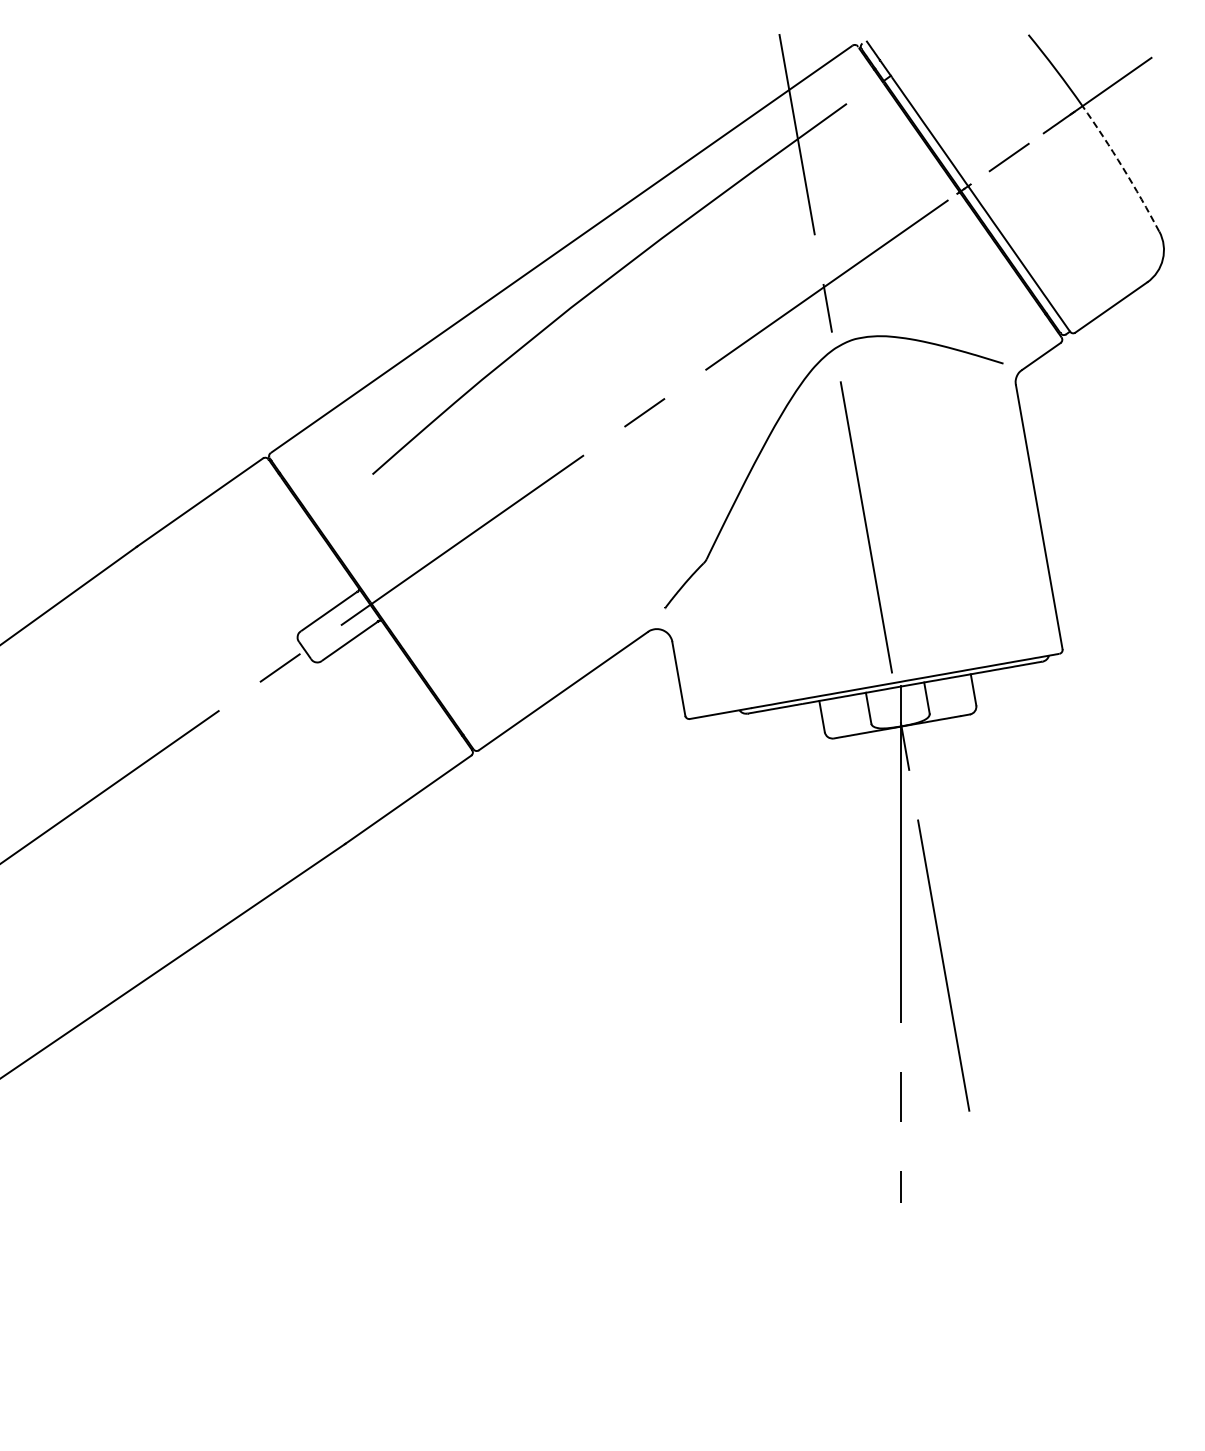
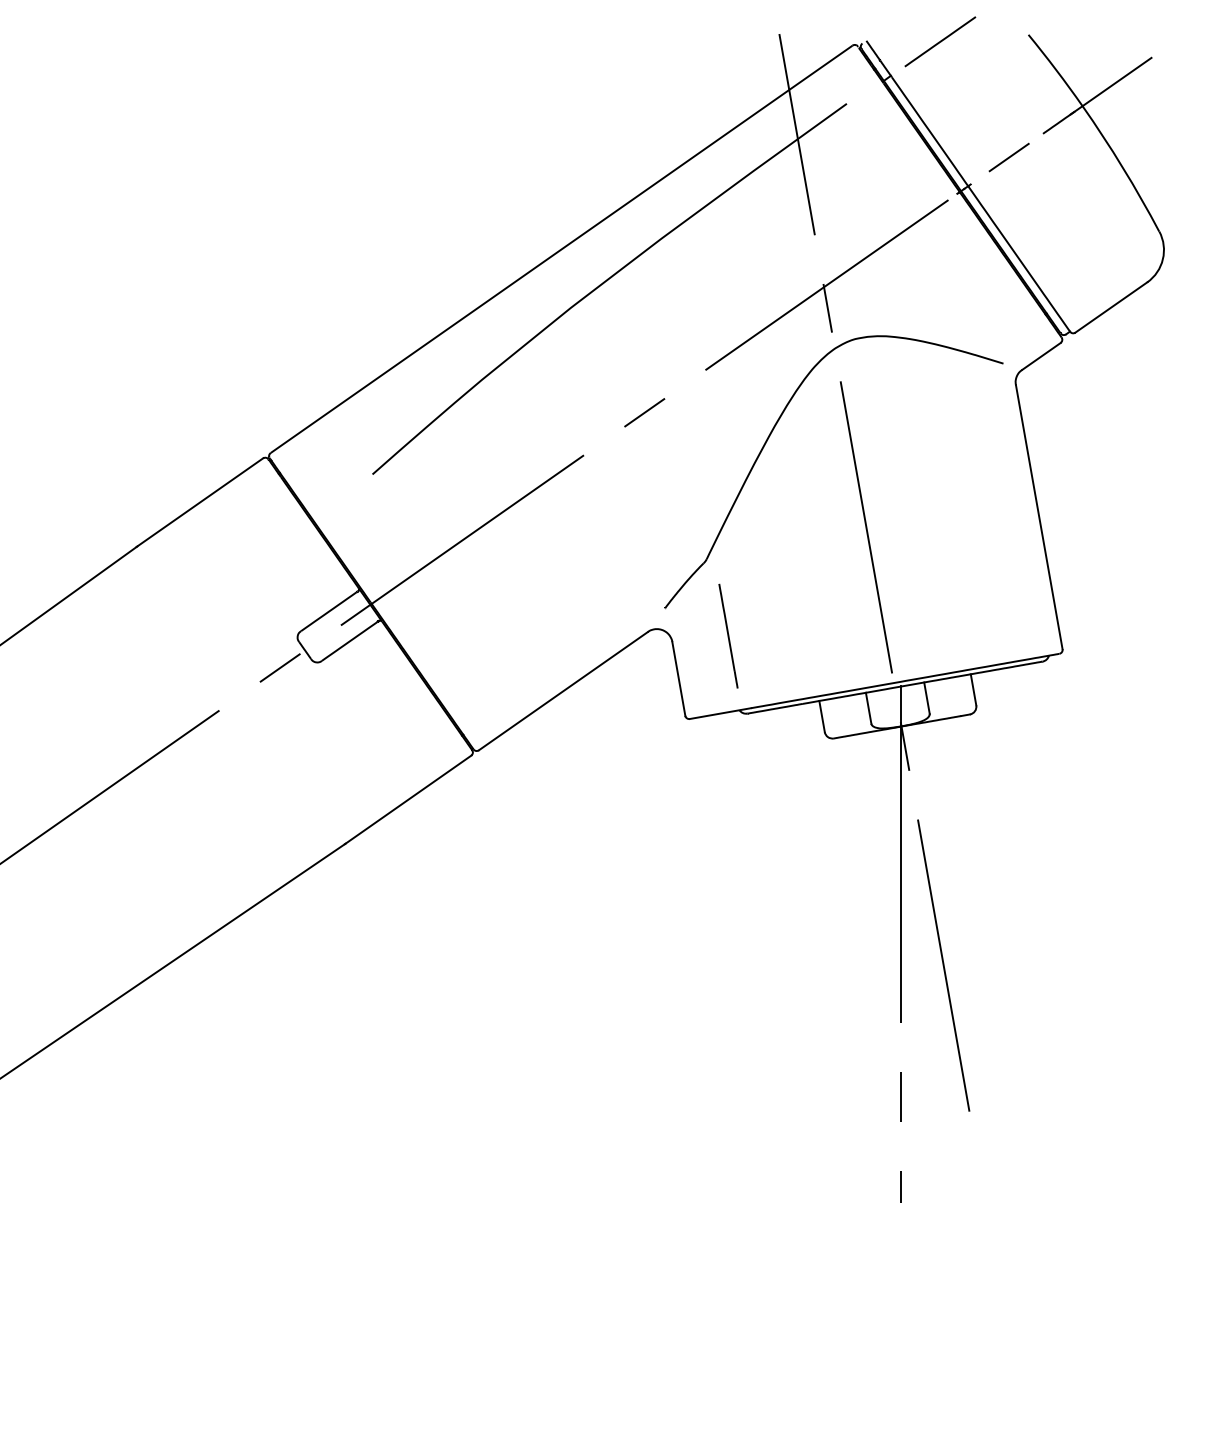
line at (940, 41): none -> present
arc at (1122, 167): dashed -> solid
line at (728, 635): none -> present
